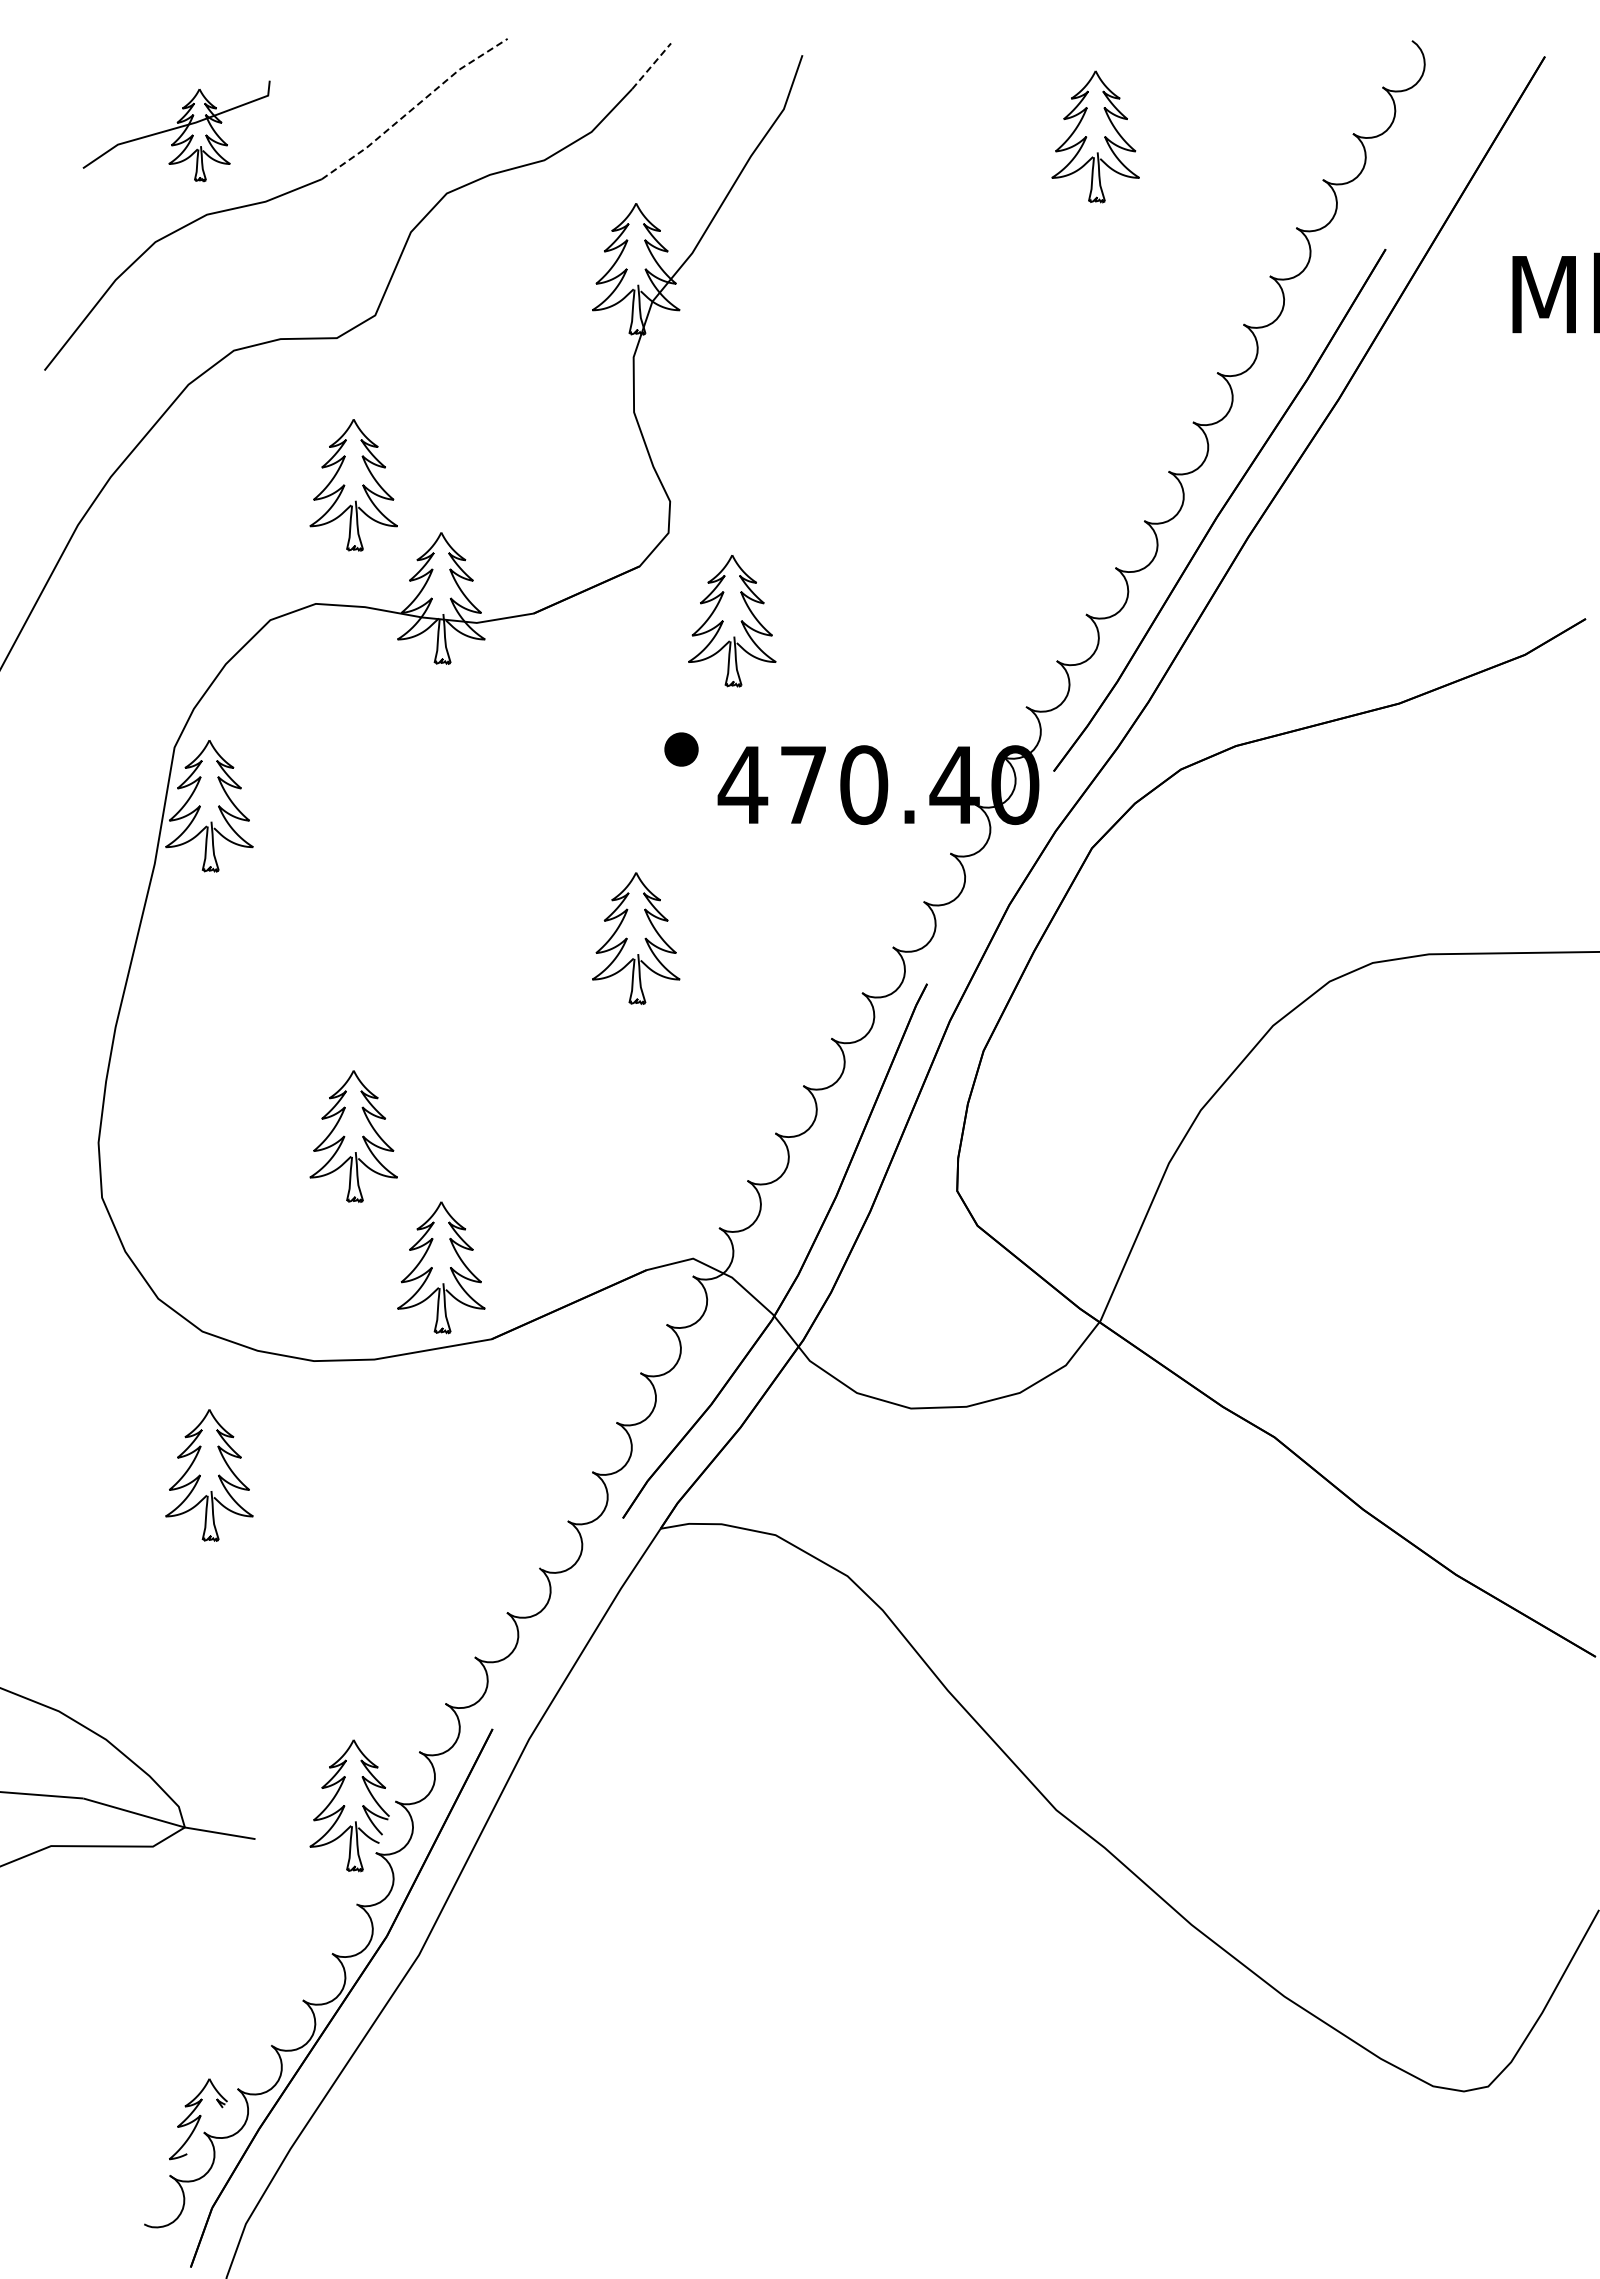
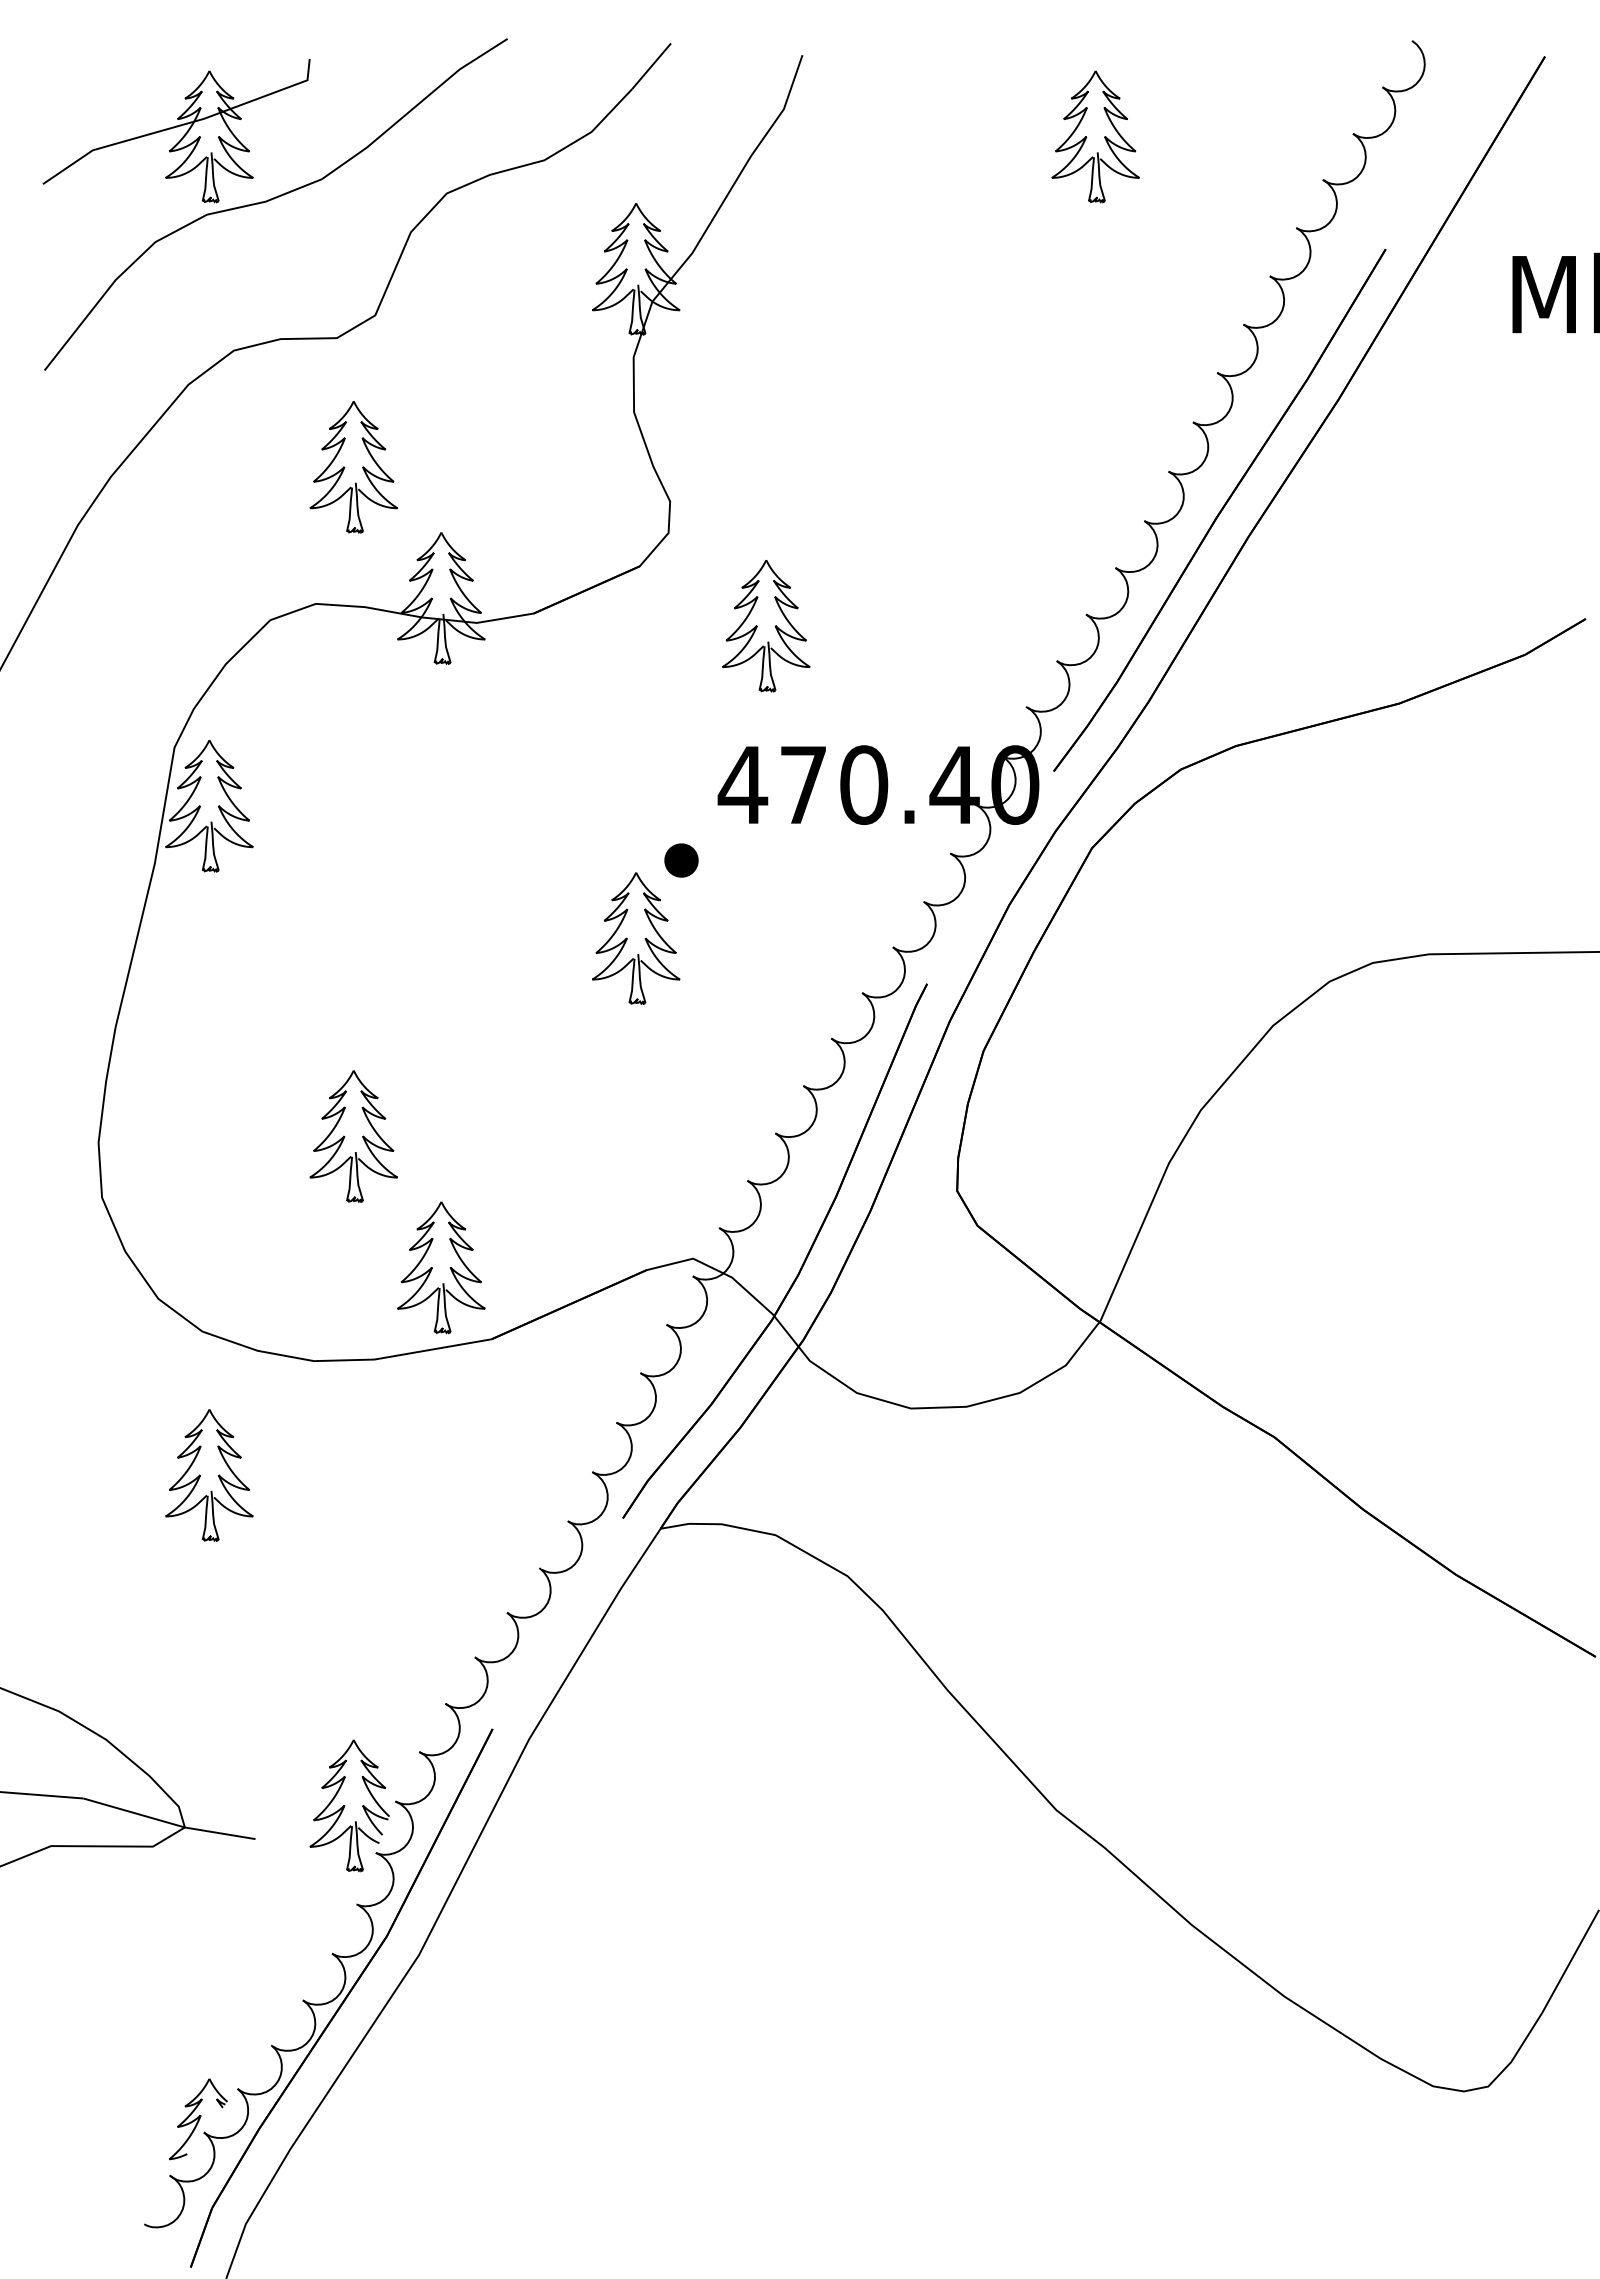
line at (651, 66): dashed -> solid
line at (414, 107): dashed -> solid
part at (176, 131) size: 189x103 px -> 269x145 px
part at (353, 485) position: (353, 485) -> (353, 467)
part at (732, 621) position: (732, 621) -> (766, 626)
part at (681, 749) position: (681, 749) -> (681, 860)
